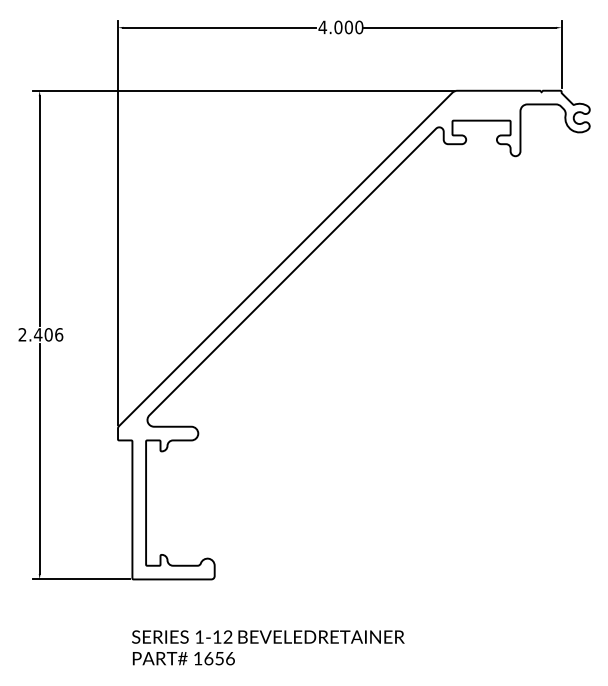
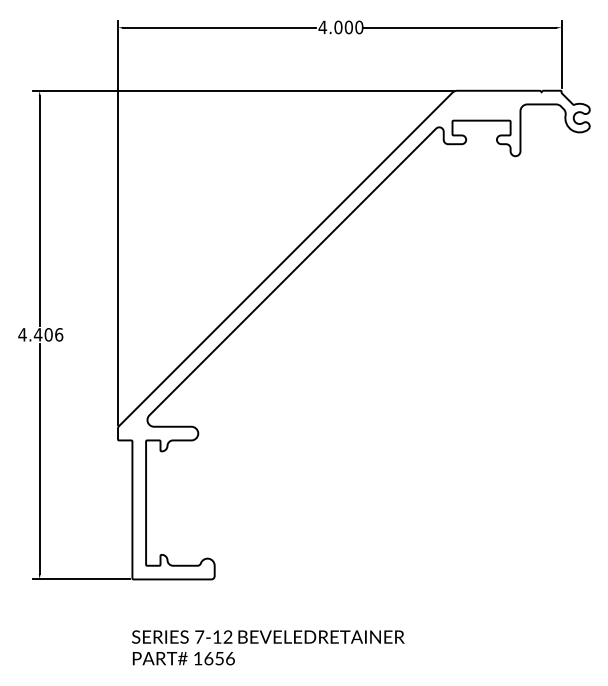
text at (22, 334): 2.406 -> 4.406
text at (199, 636): 1-12 -> 7-12
